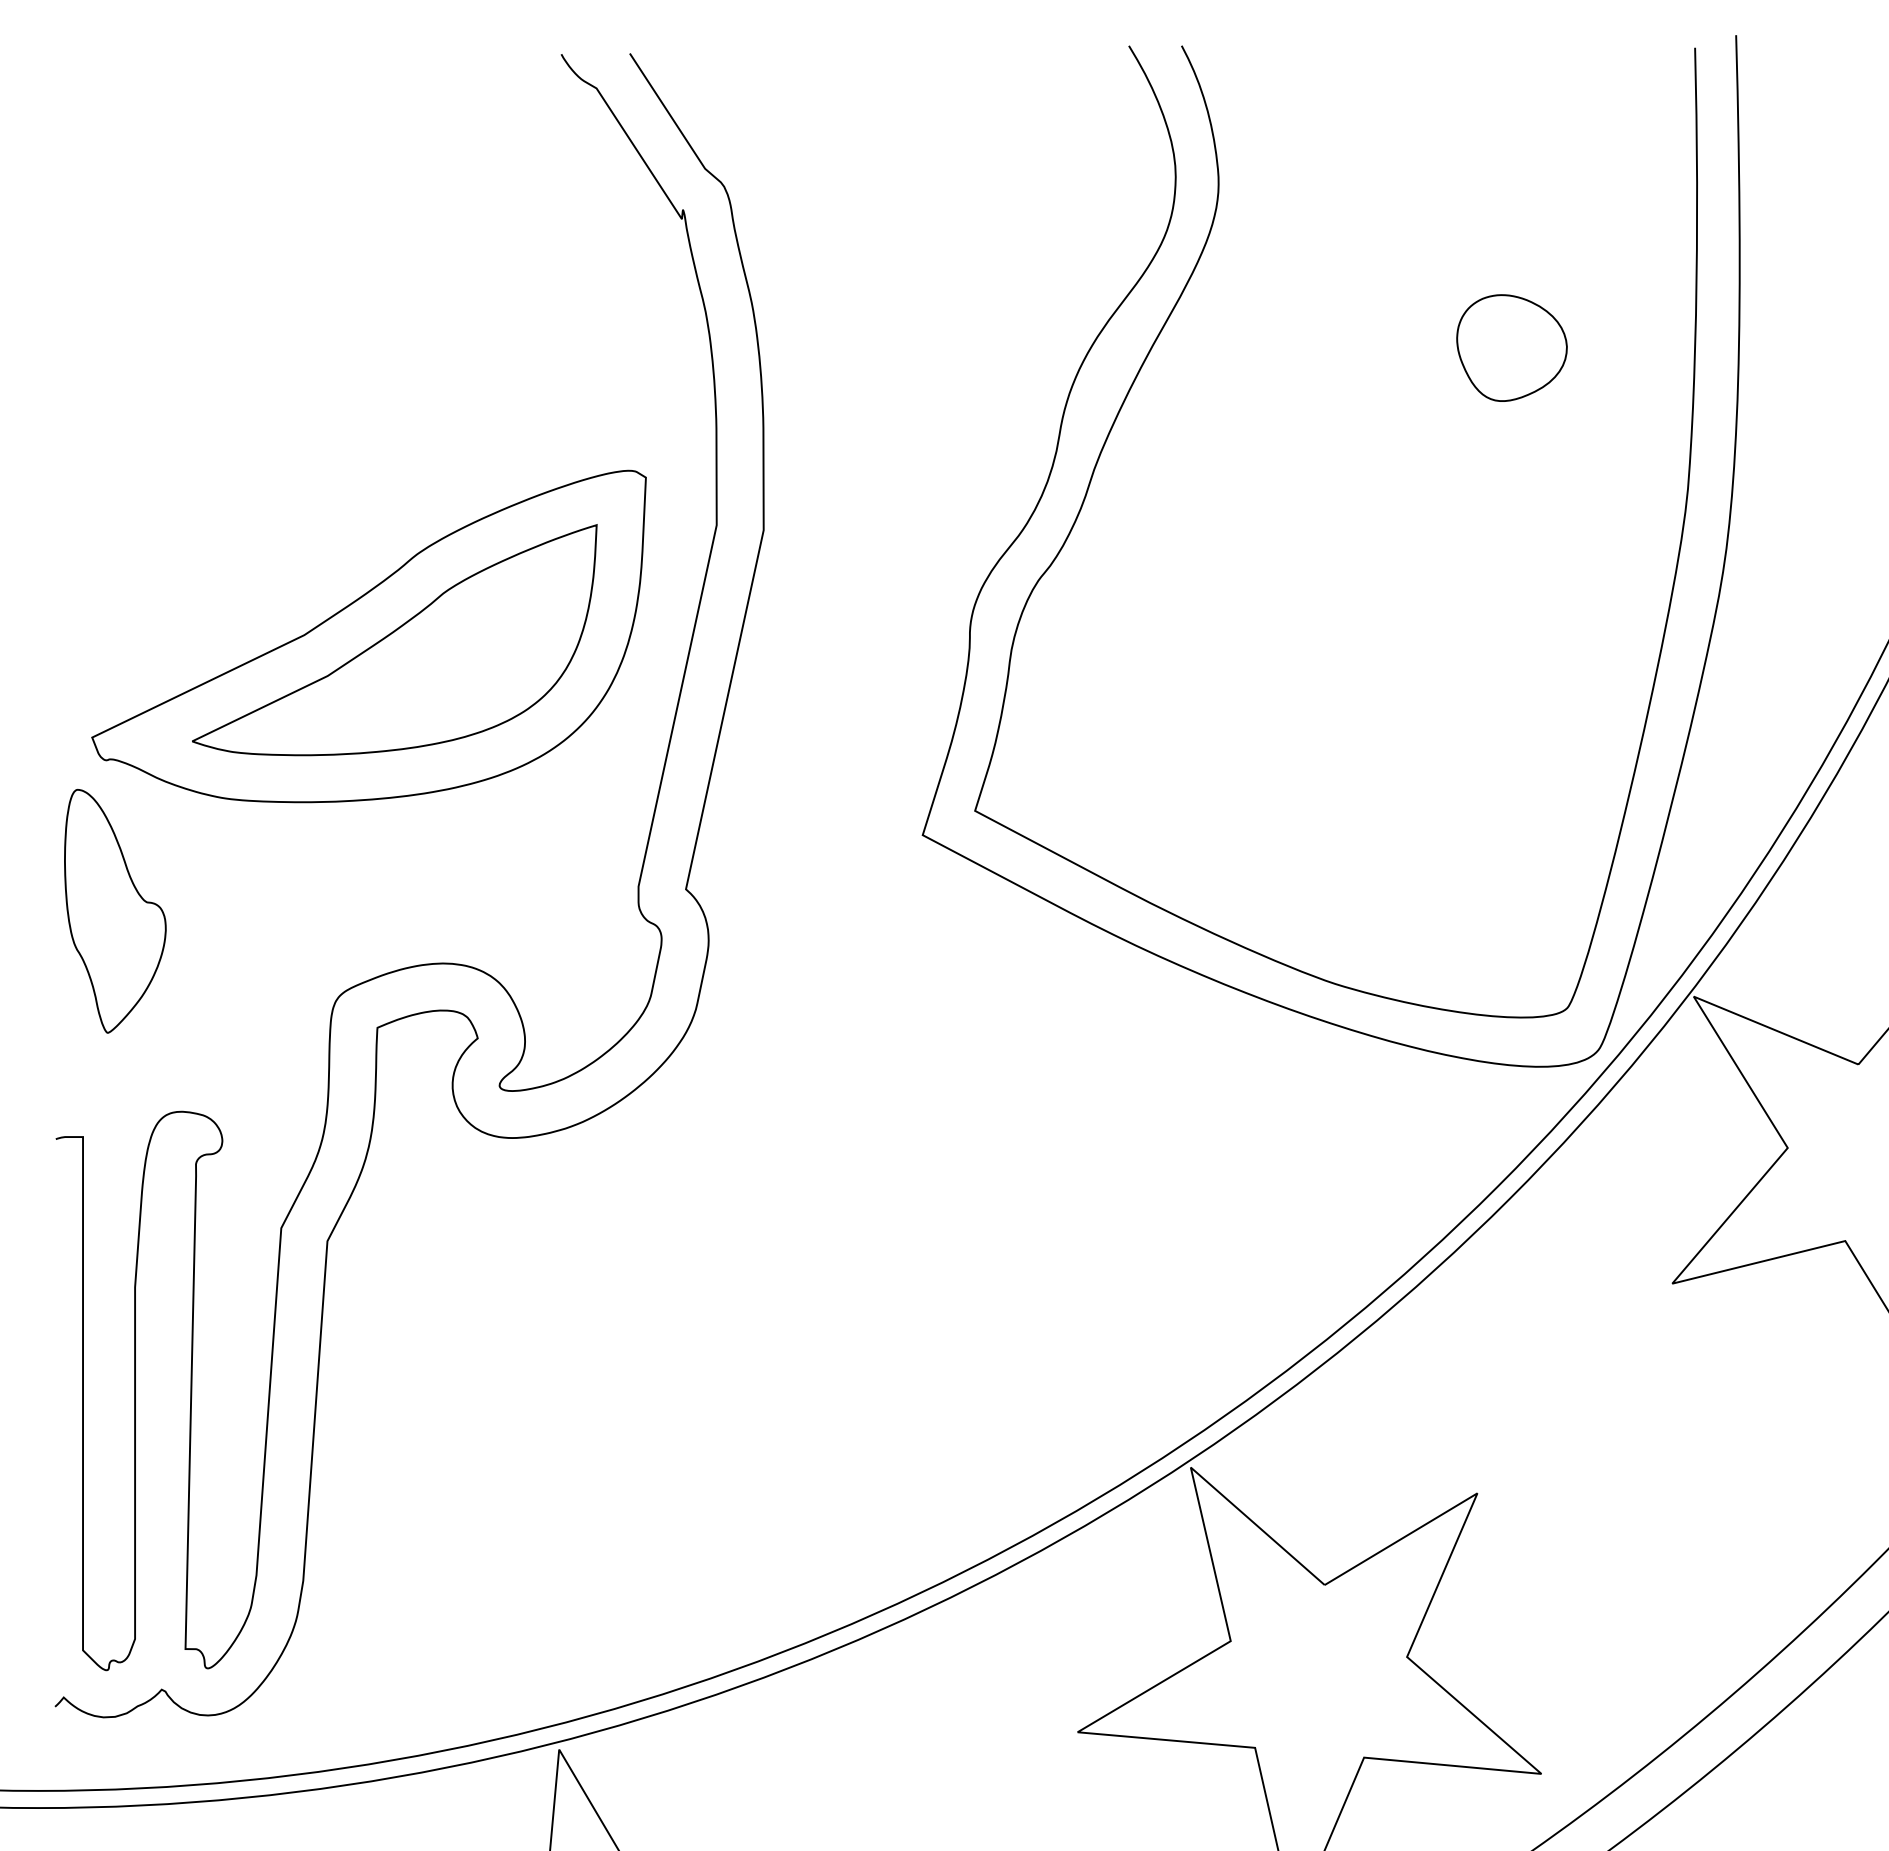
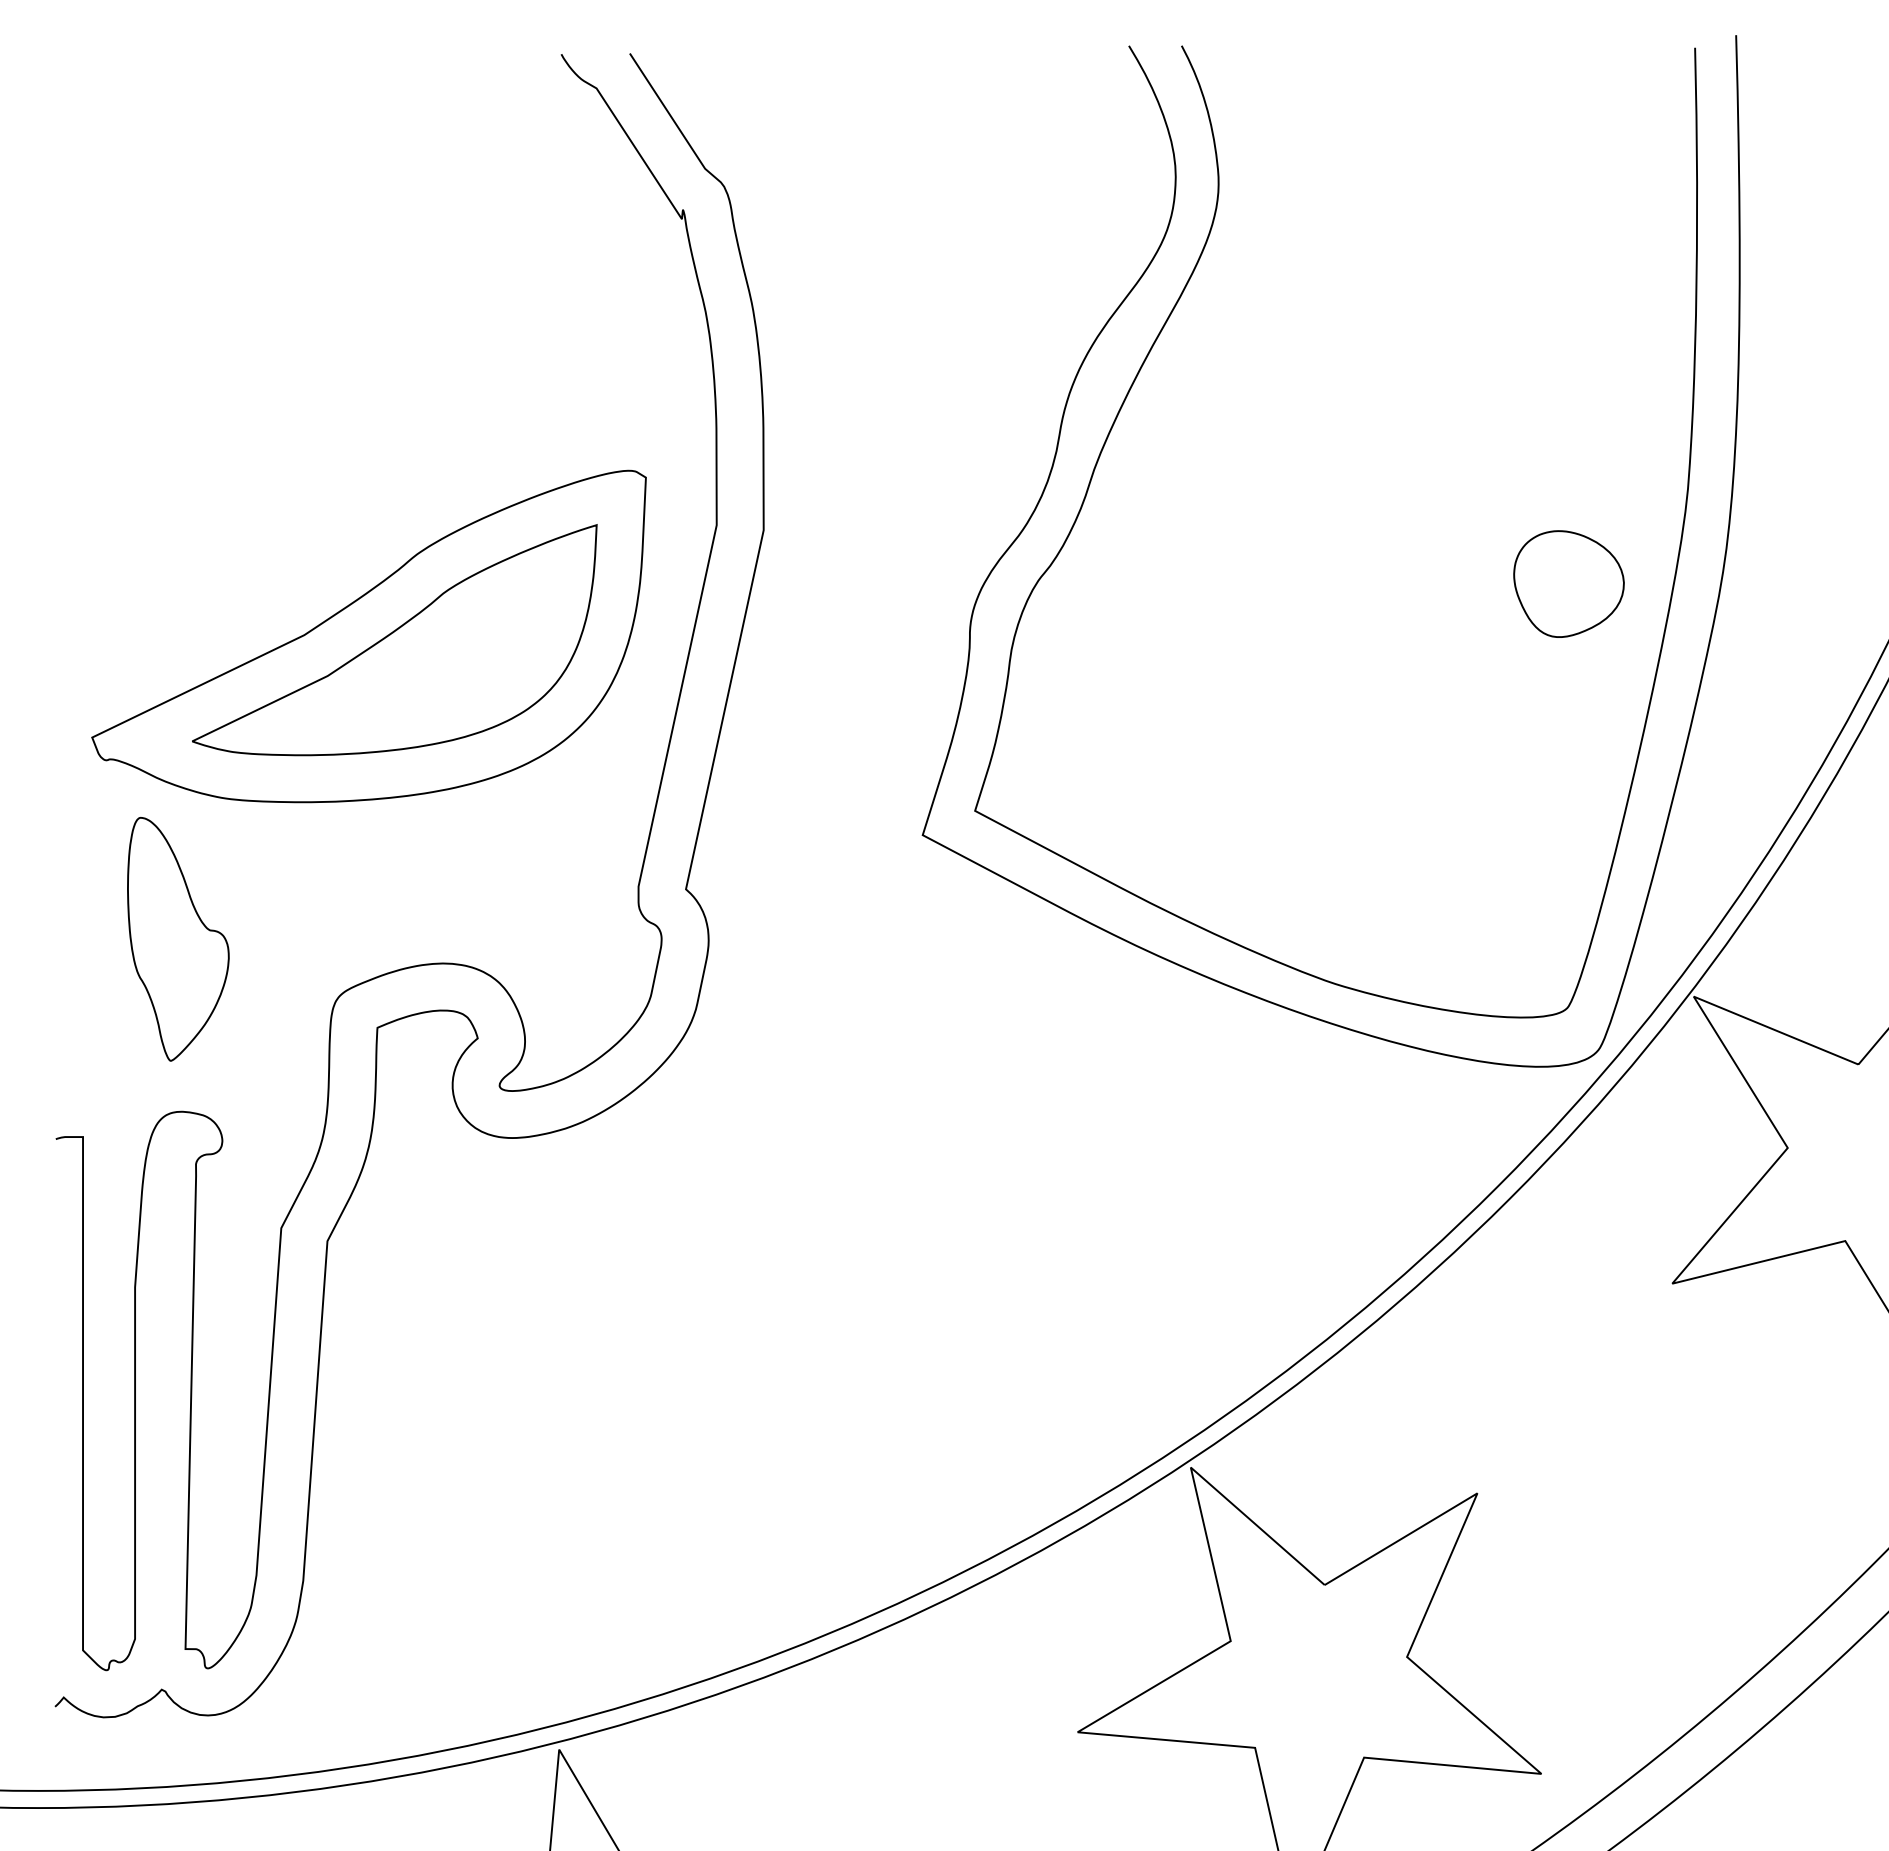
part at (1511, 347) position: (1511, 347) -> (1568, 583)
part at (115, 911) position: (115, 911) -> (178, 939)
